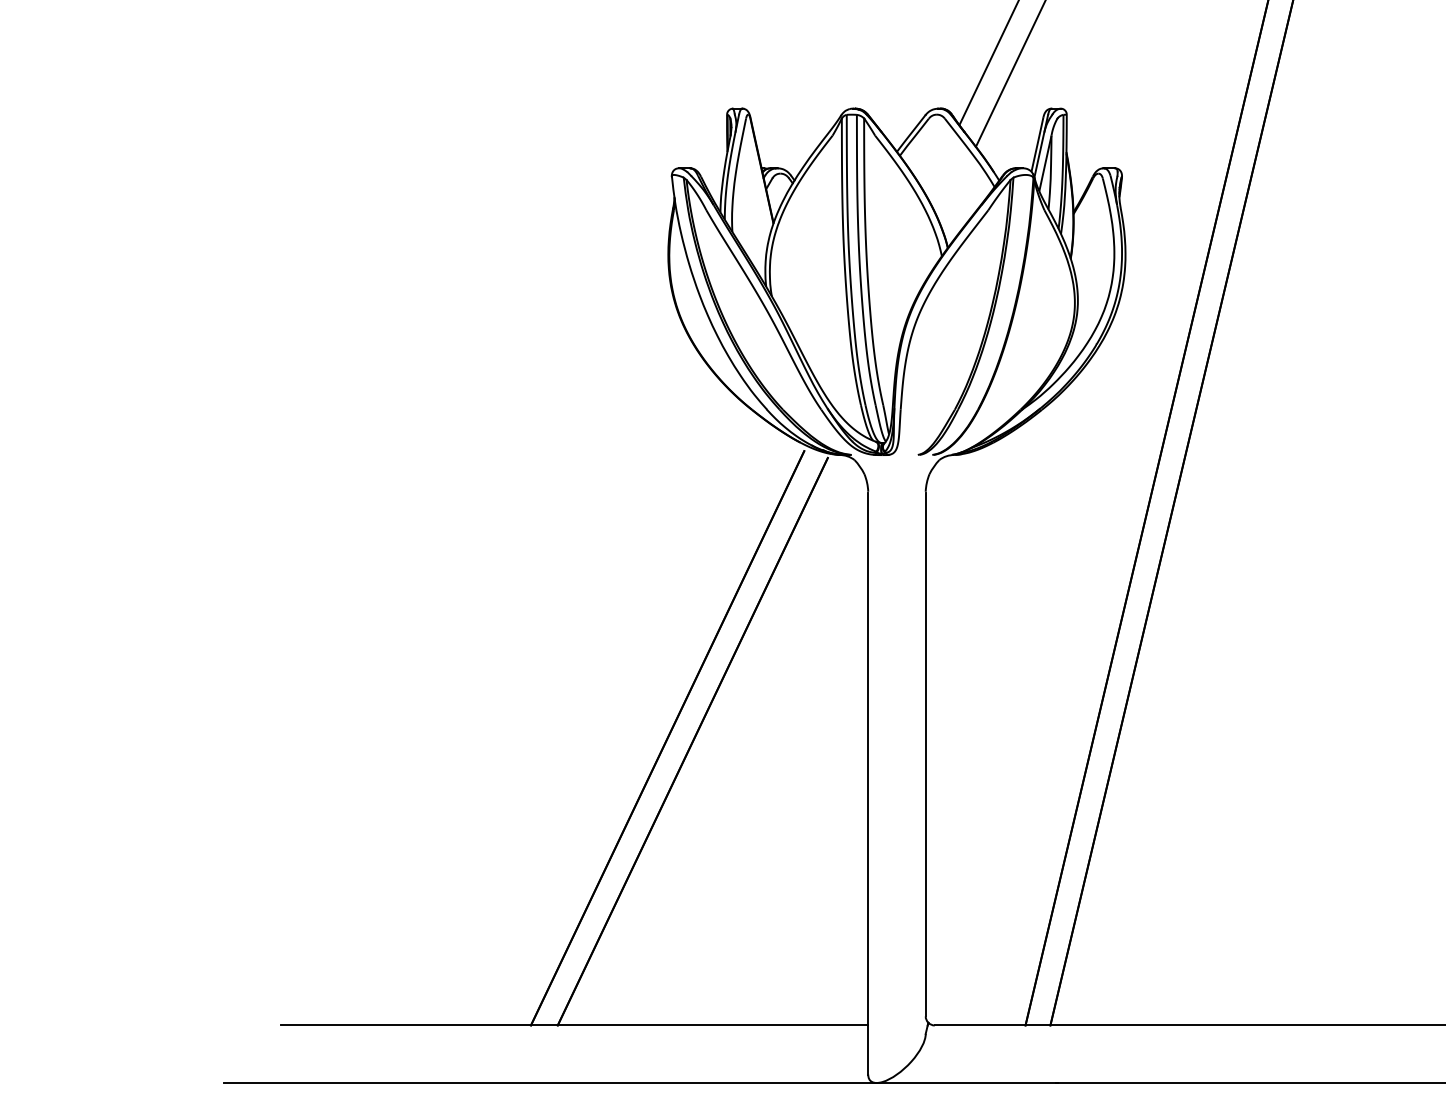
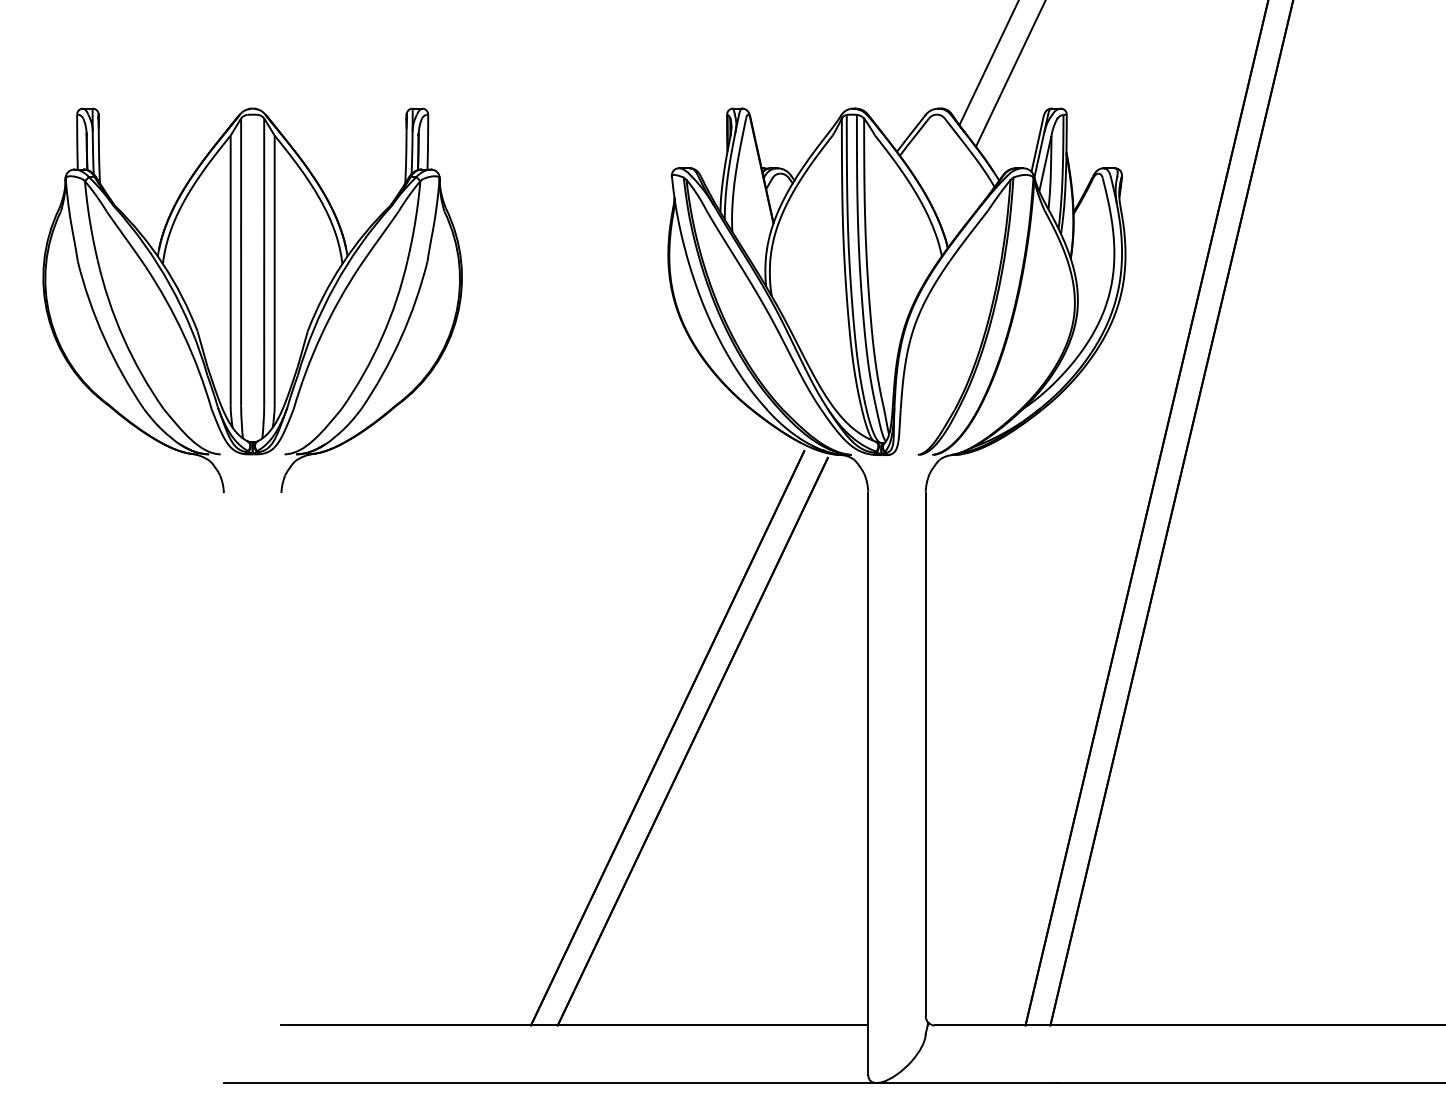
part at (252, 299): none -> present
